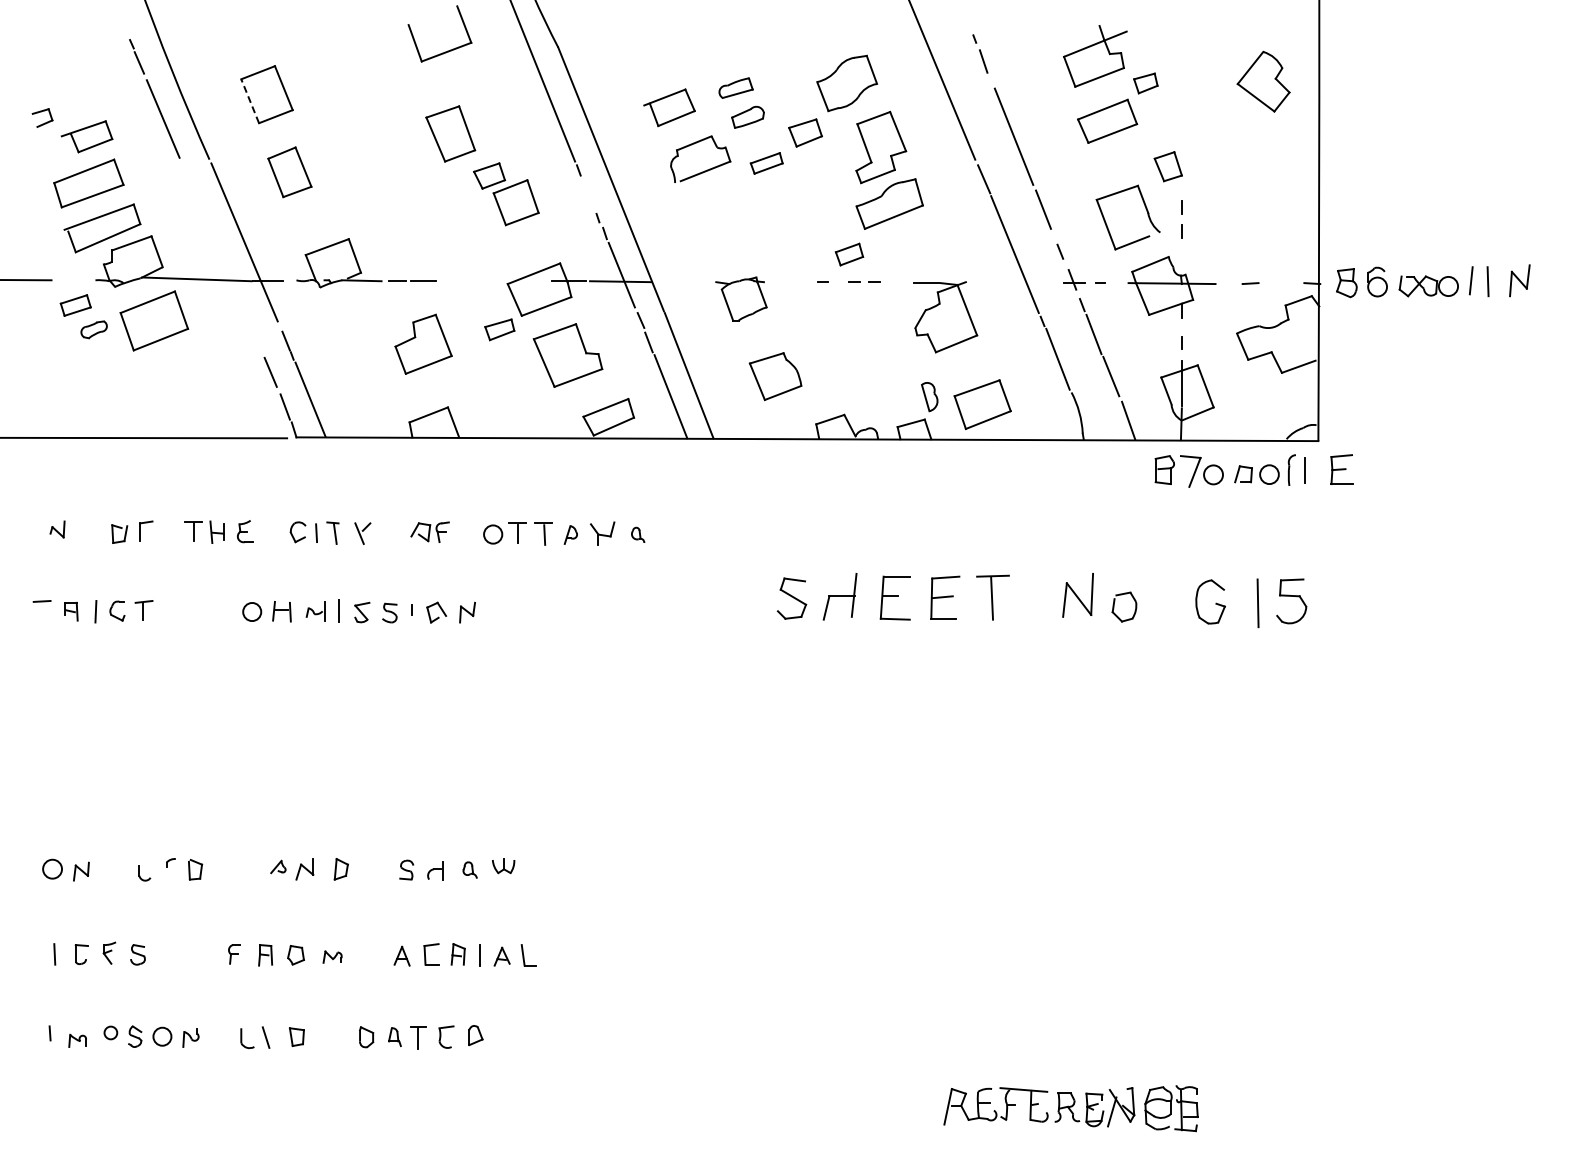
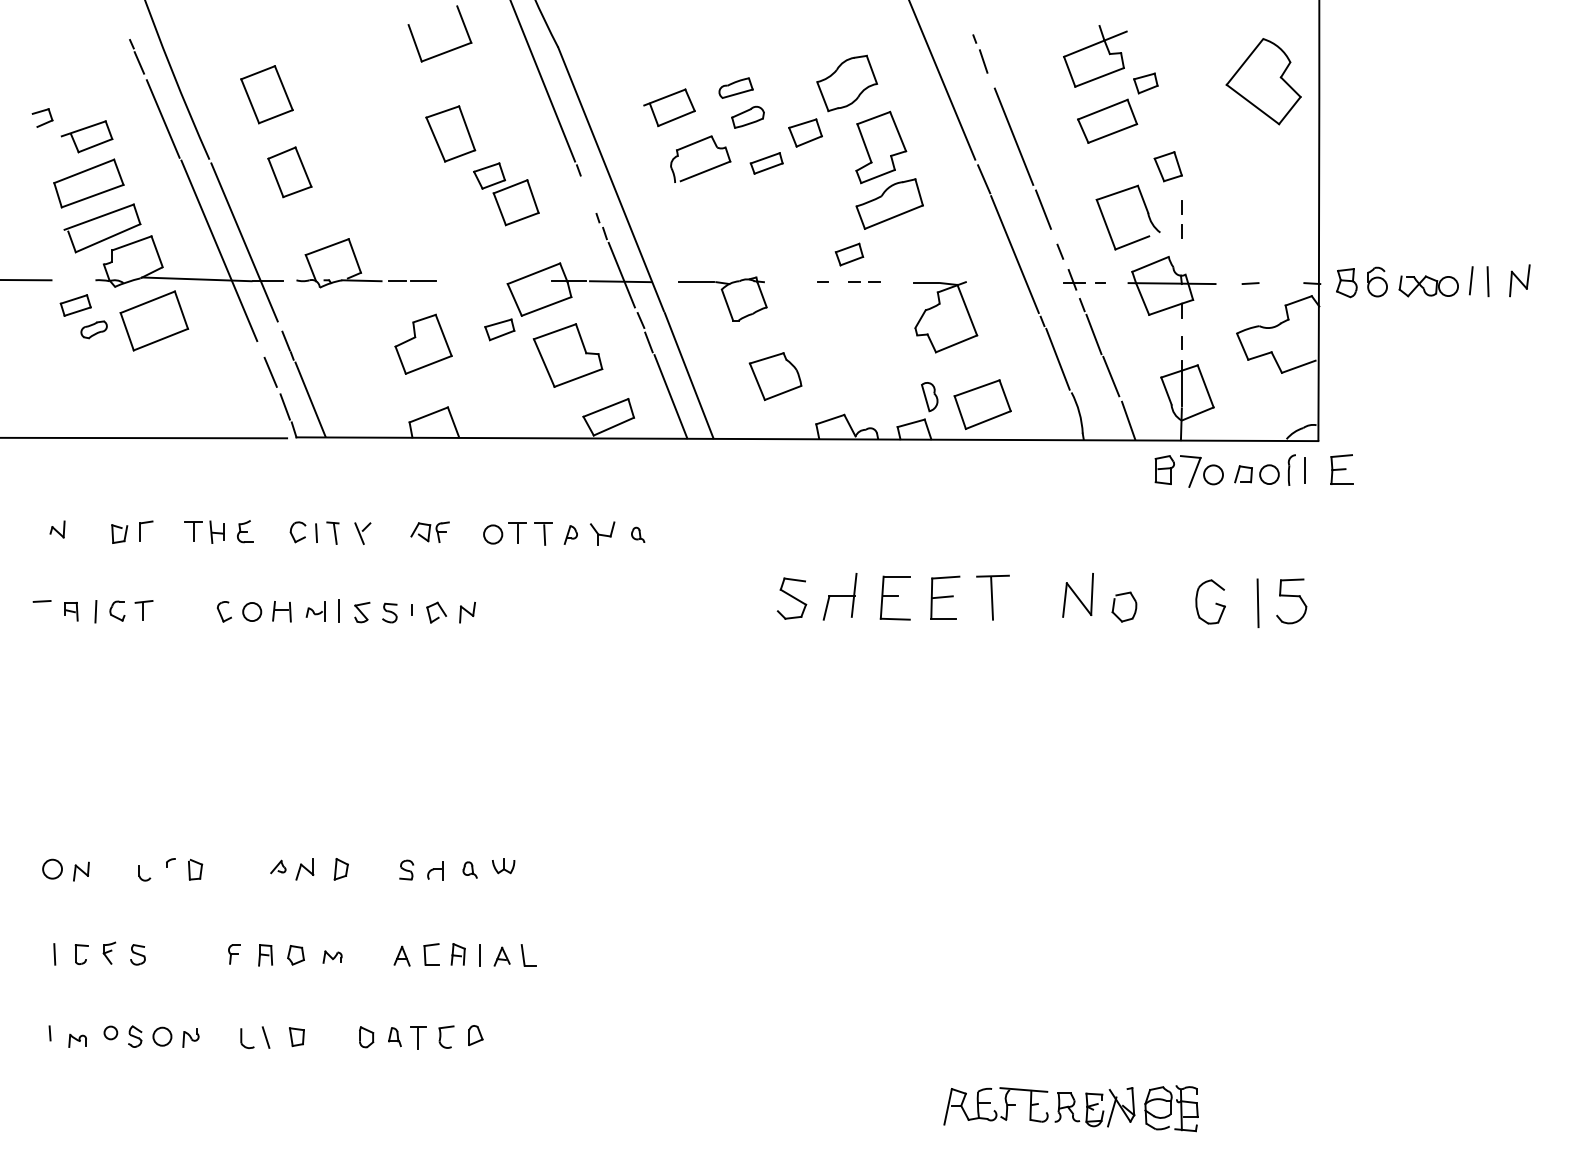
part at (1263, 81) size: 55x63 px -> 77x88 px
line at (250, 101): dashed -> solid
line at (219, 250): none -> present
line at (696, 282): none -> present
part at (223, 611): none -> present
